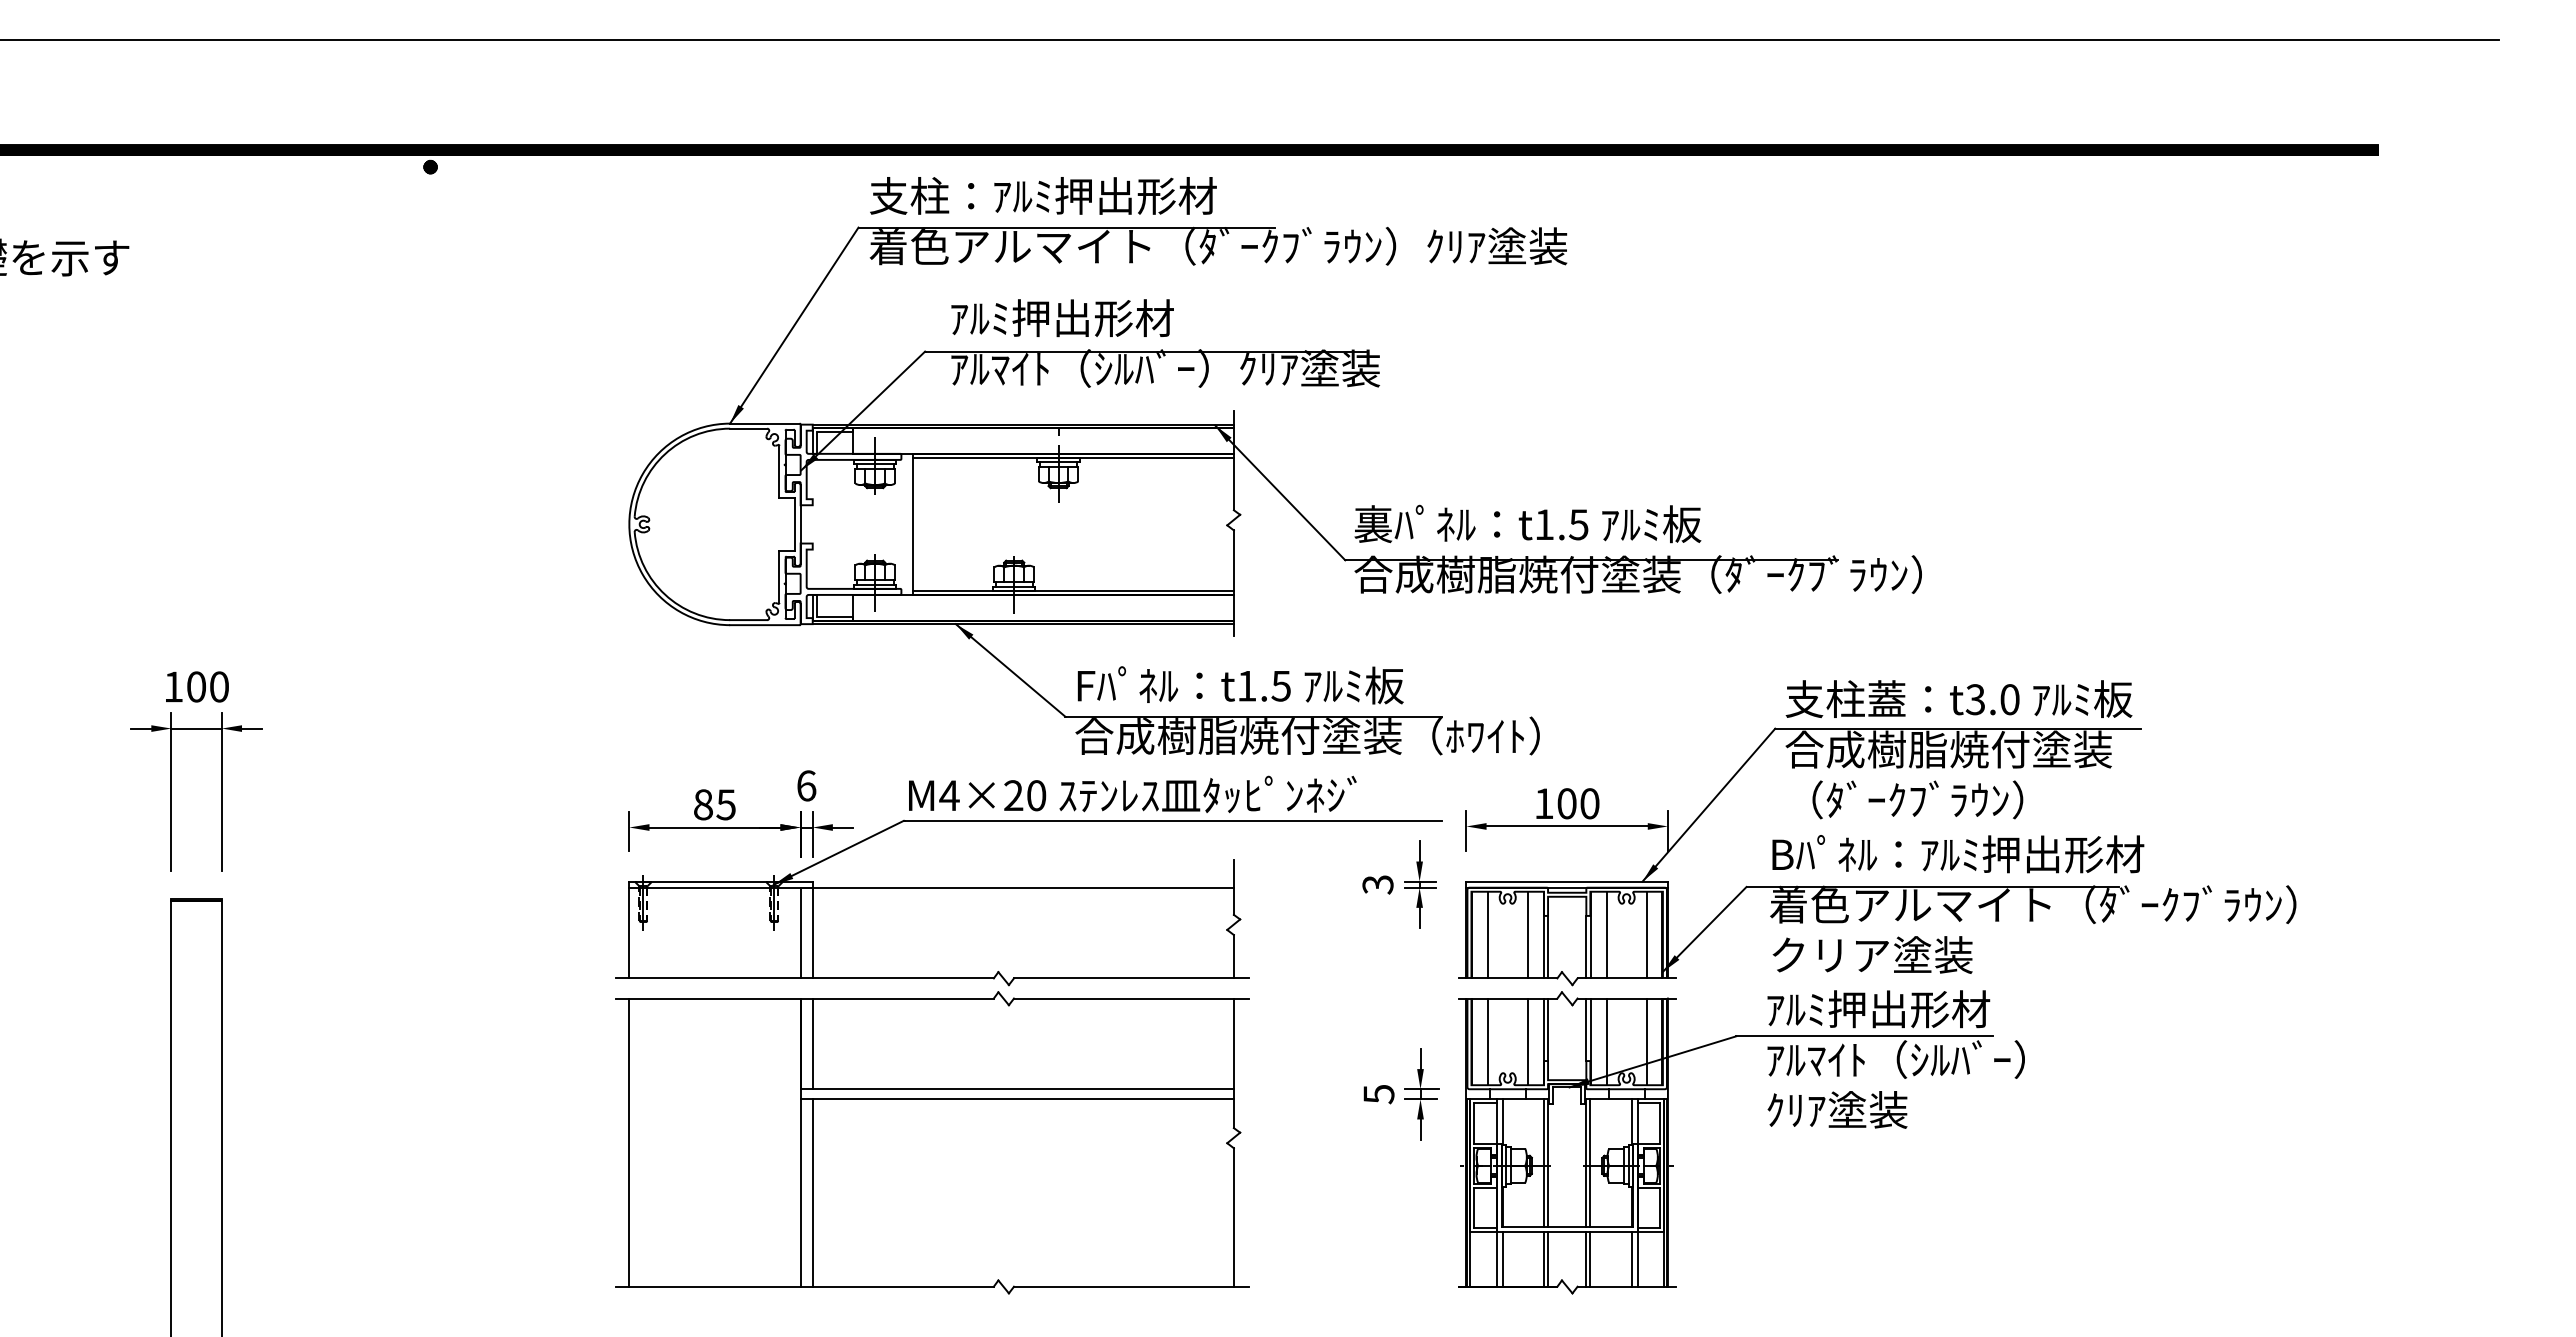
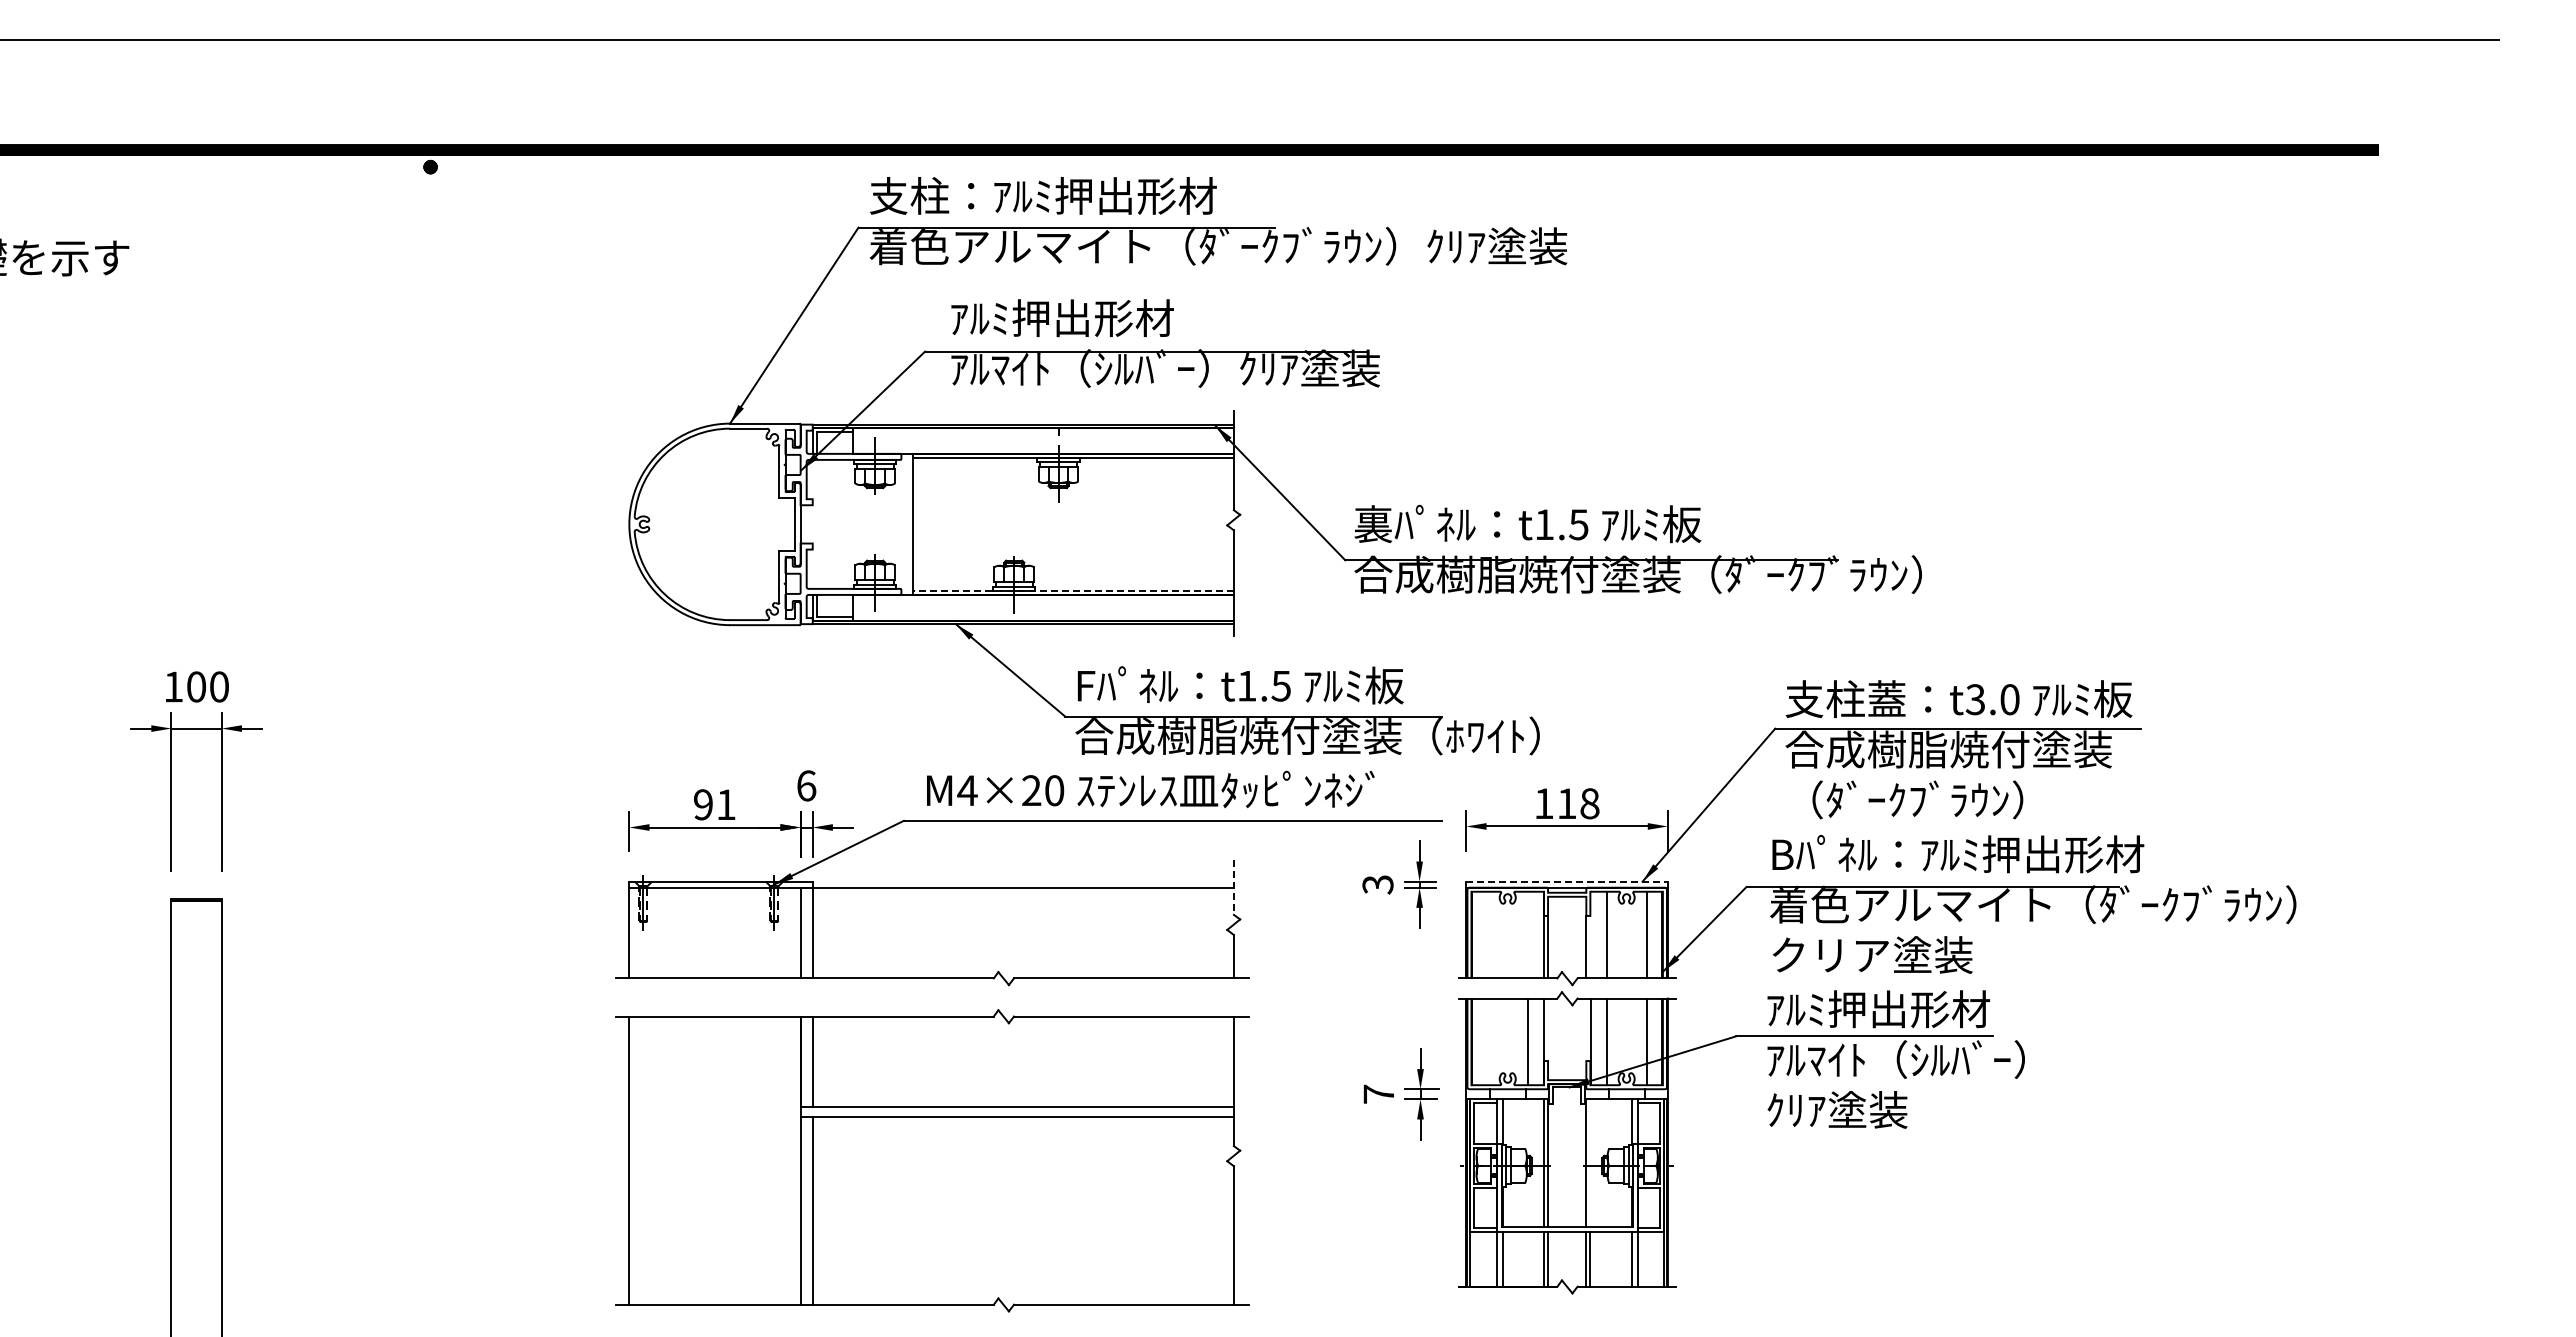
line at (1073, 590): solid -> dashed
text at (1132, 793) position: (1132, 793) -> (1150, 788)
text at (1578, 803): 100 -> 118
text at (714, 804): 85 -> 91
line at (1567, 881): solid -> dashed
line at (1233, 888): solid -> dashed
line at (1487, 934): present -> none
line at (1527, 934): present -> none
line at (1590, 934): present -> none
line at (1548, 1029): present -> none
line at (1586, 1029): present -> none
line at (1487, 1041): present -> none
text at (1378, 1094): 5 -> 7
part at (932, 1142) position: (932, 1142) -> (932, 1160)
line at (1590, 1163): present -> none
